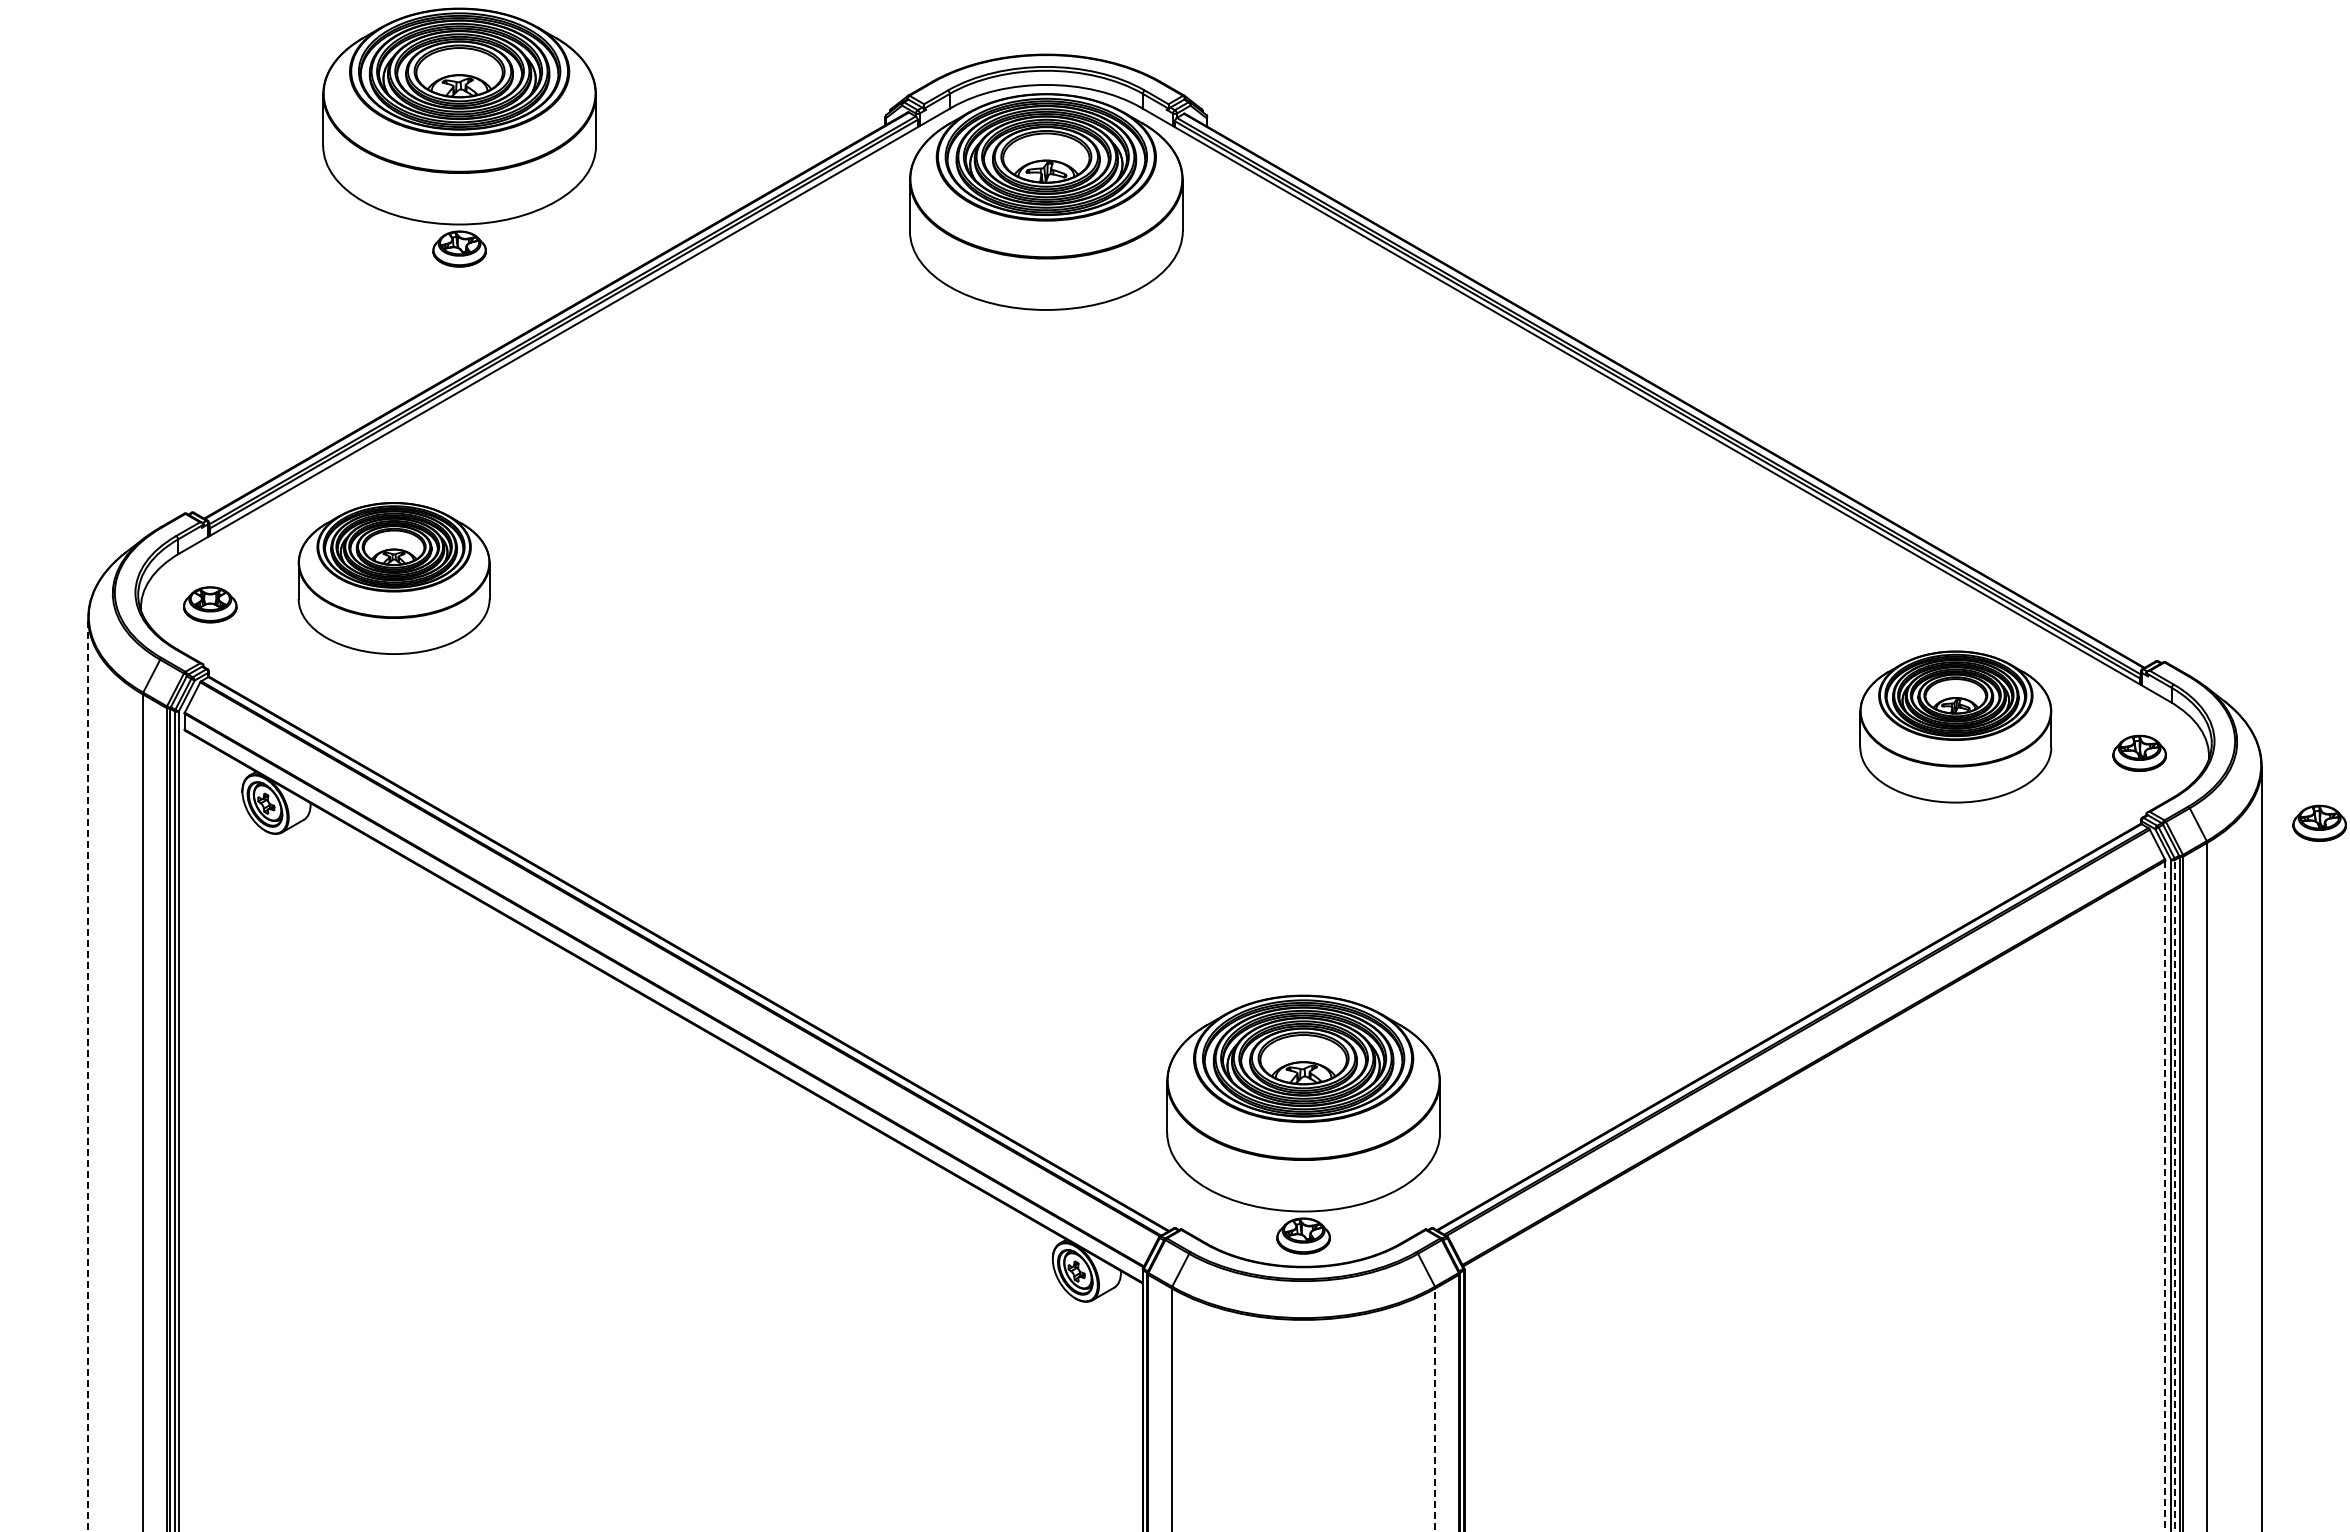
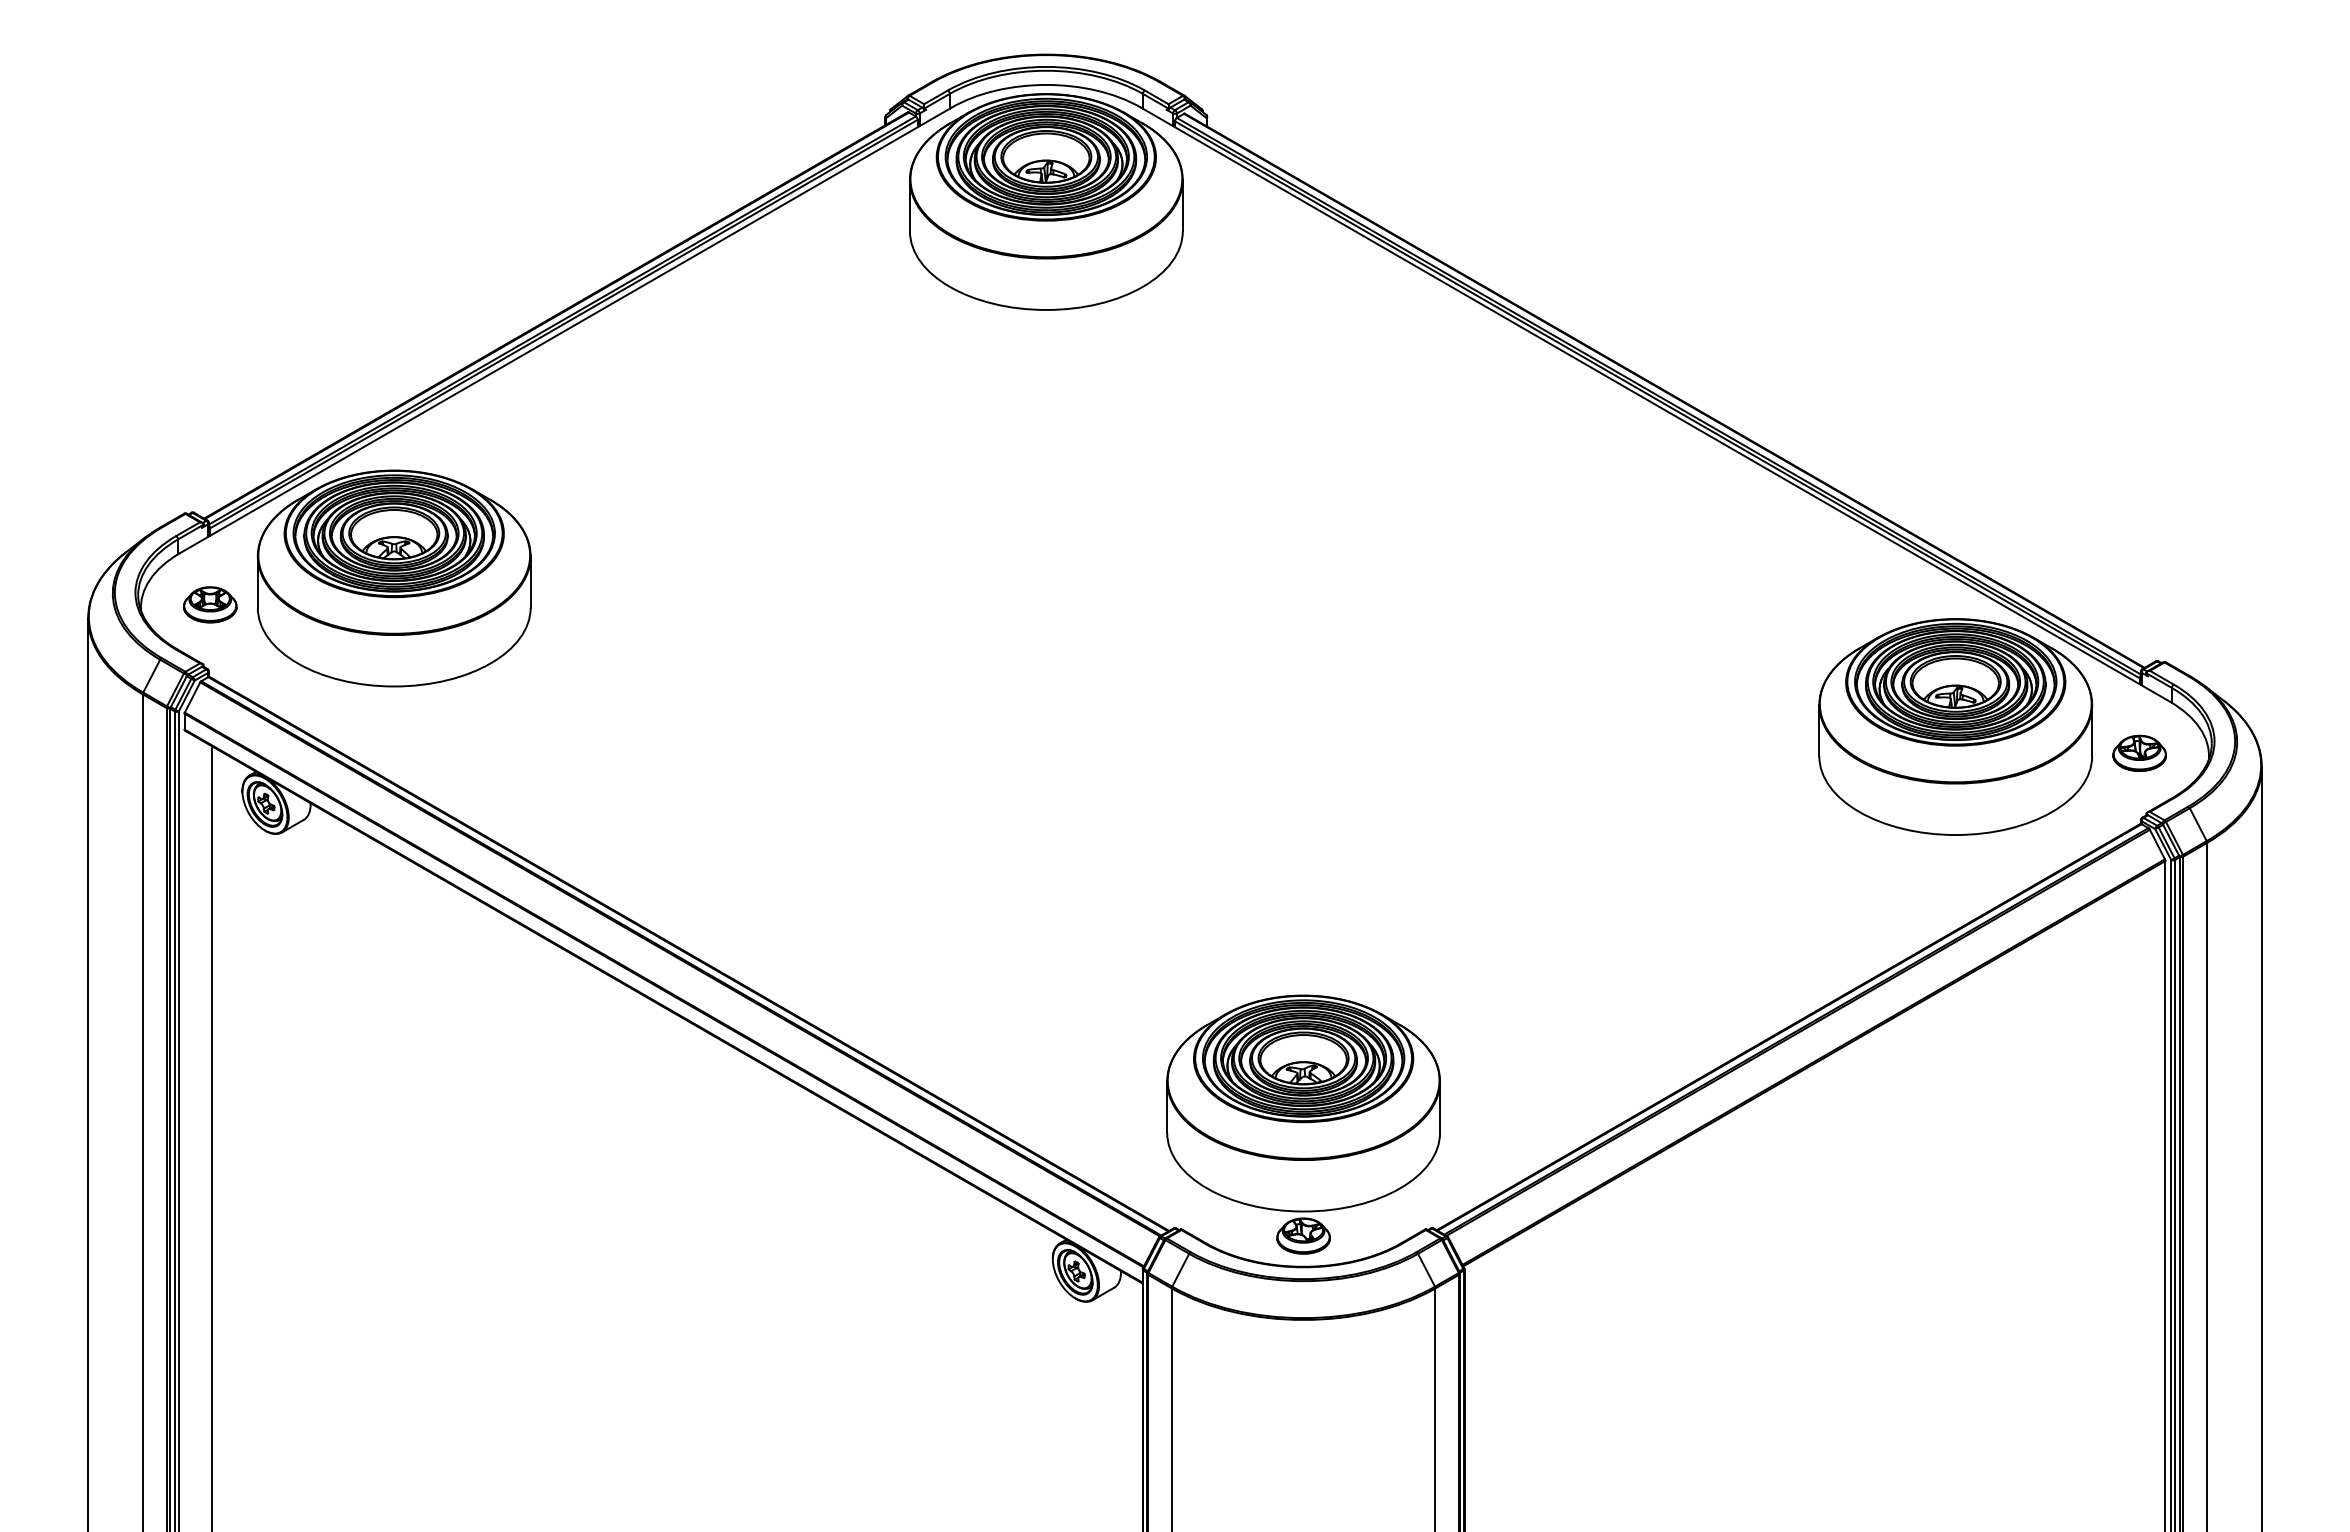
part at (459, 137): present -> none
part at (393, 578) size: 194x153 px -> 276x219 px
part at (1955, 726) size: 194x154 px -> 276x218 px
part at (2319, 822): present -> none
line at (88, 1074): dashed -> solid
line at (211, 1137): none -> present
line at (2175, 1195): dashed -> solid
line at (2165, 1197): dashed -> solid
line at (1435, 1409): dashed -> solid
